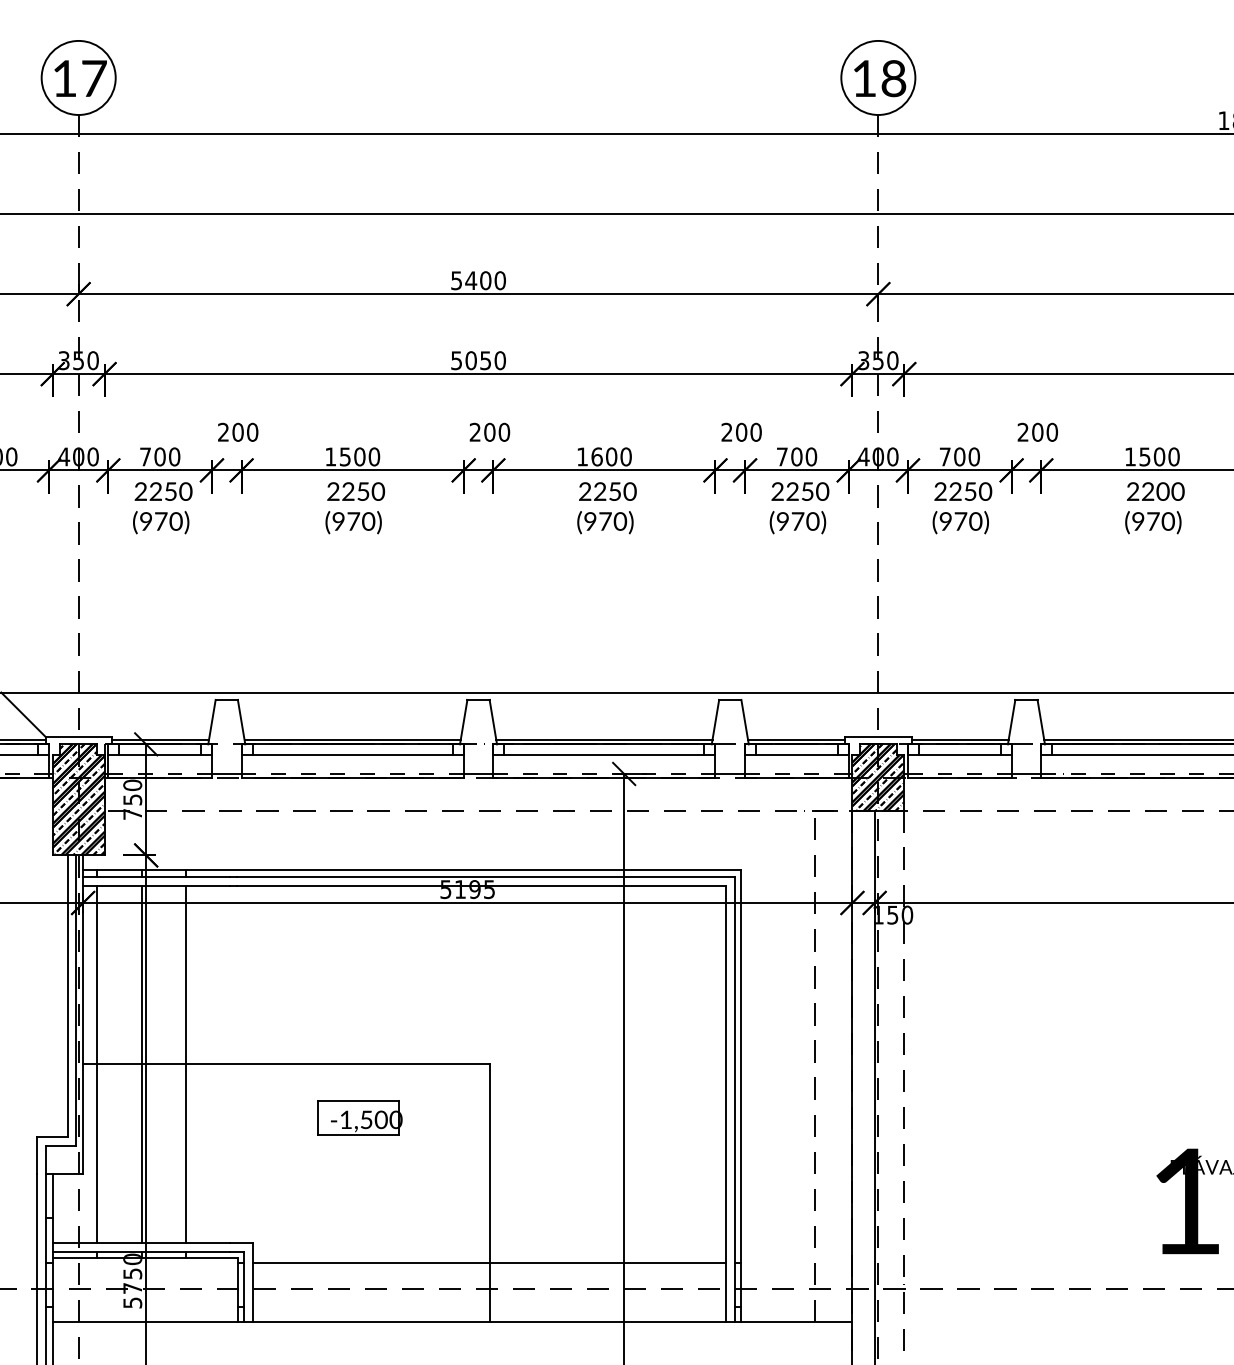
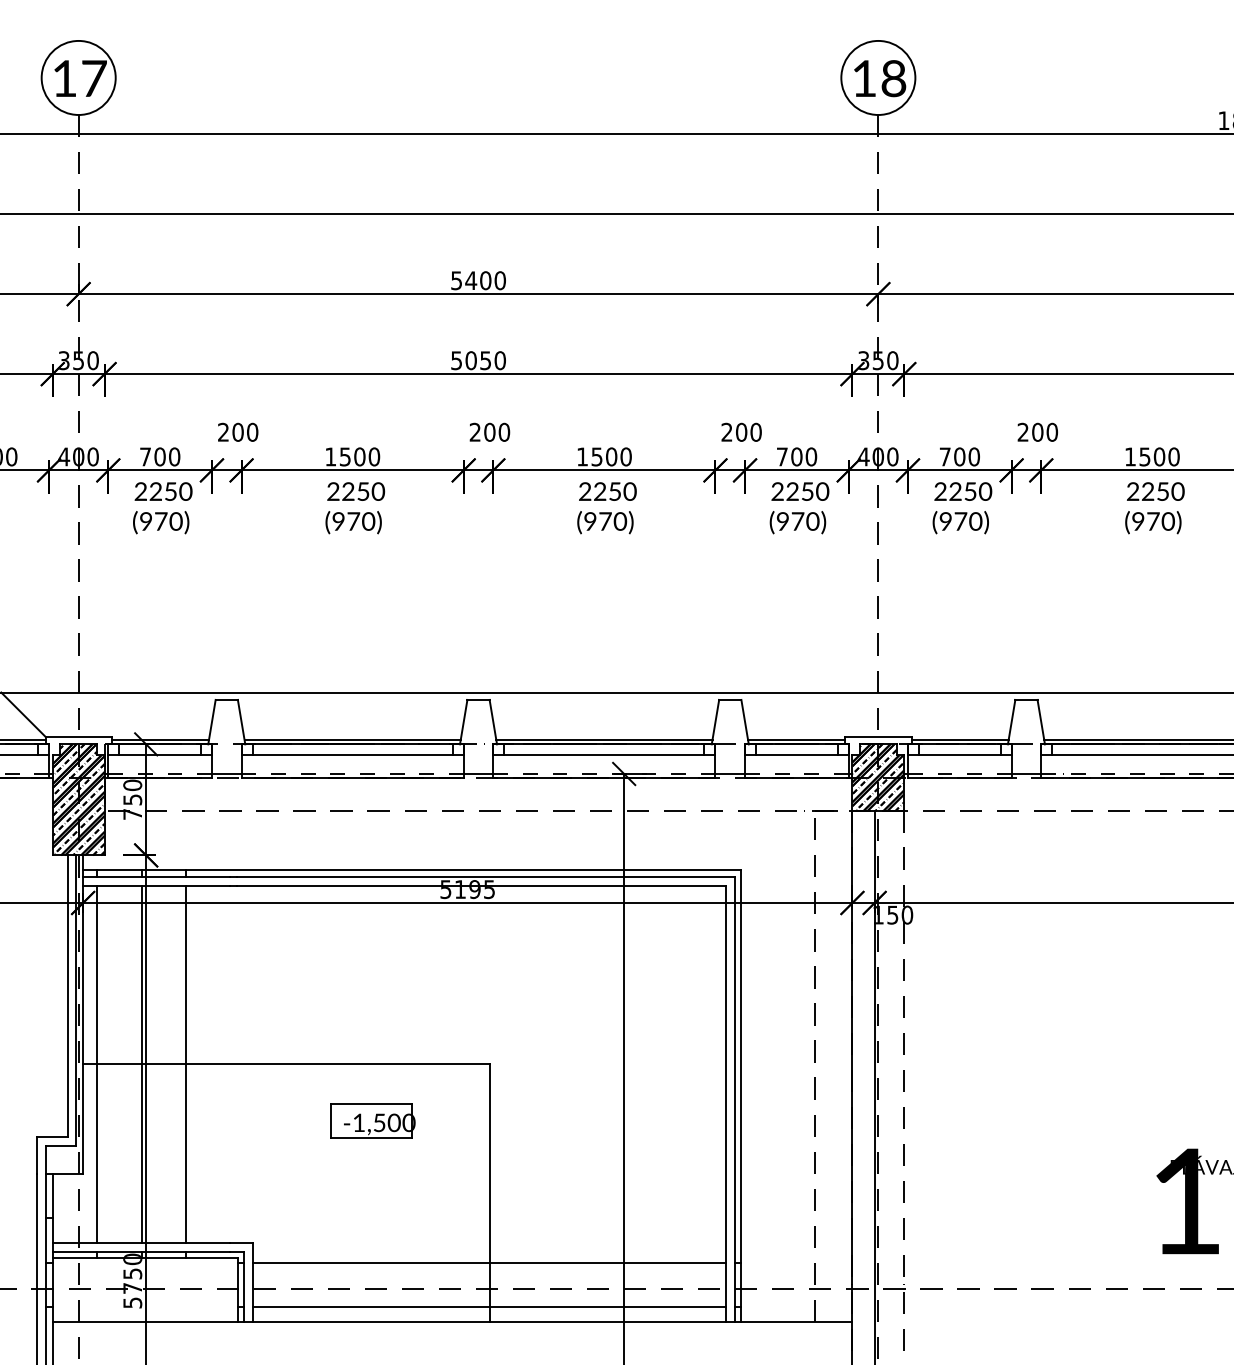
text at (596, 456): 1600 -> 1500
text at (1162, 491): 2200 -> 2250
part at (359, 1117) position: (359, 1117) -> (372, 1120)
line at (488, 1307): none -> present
